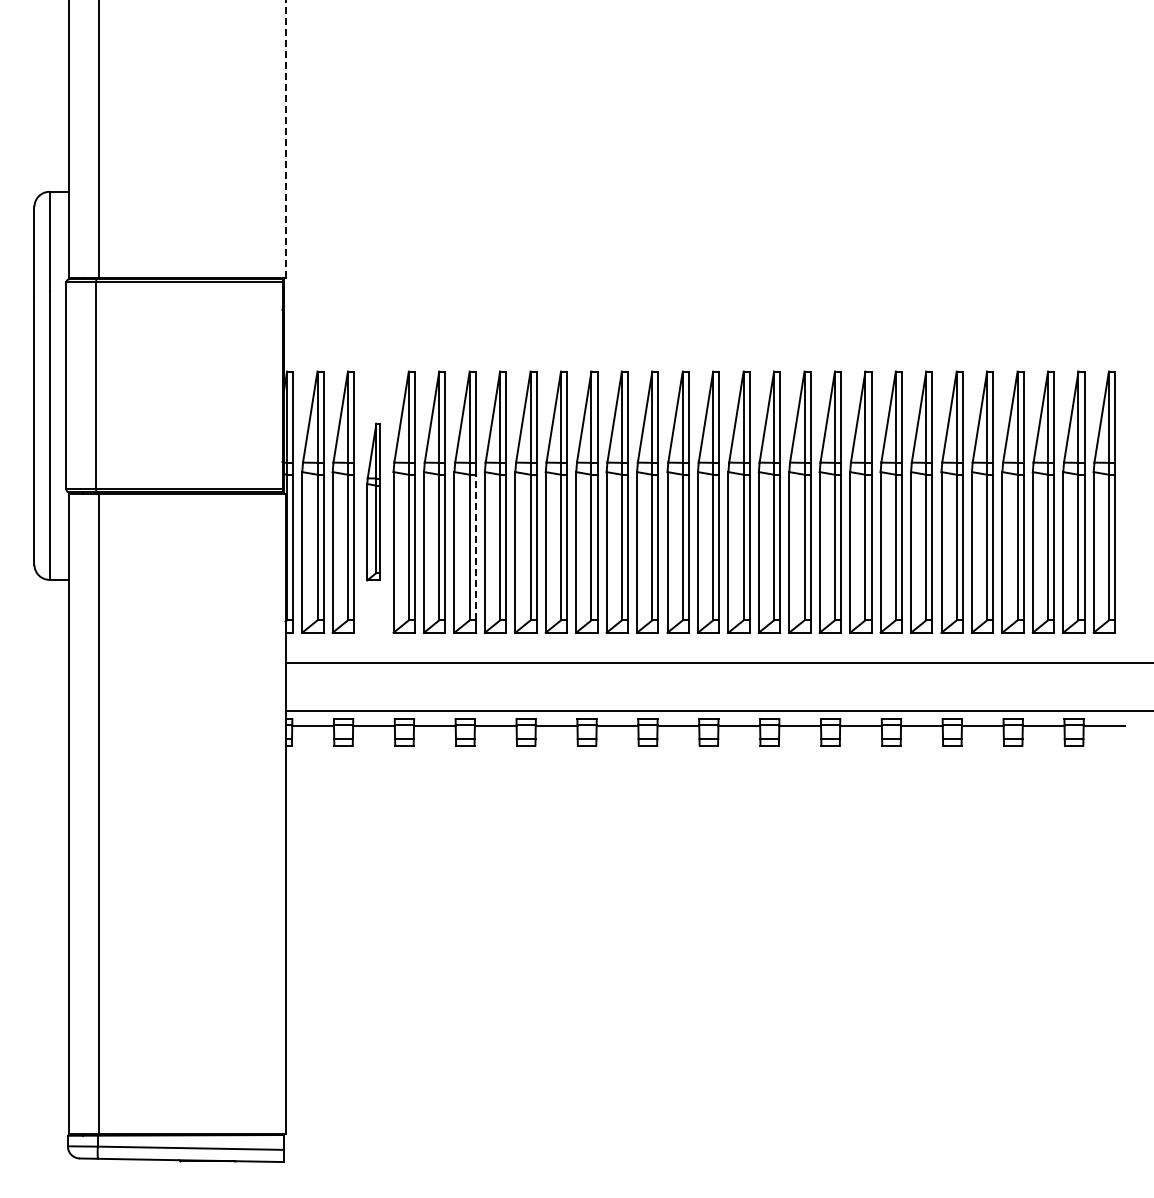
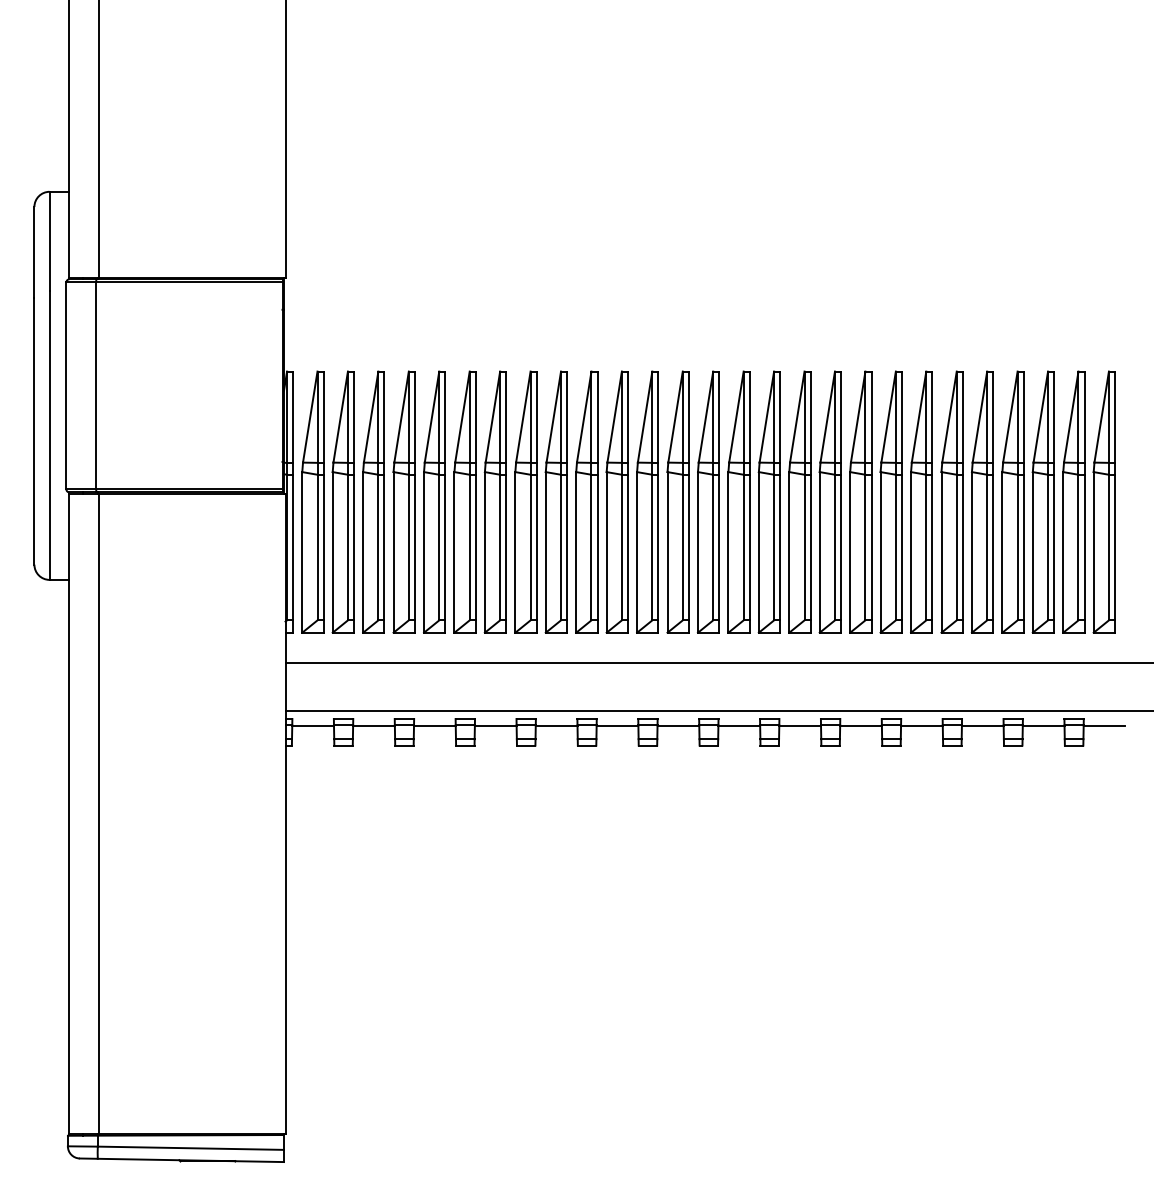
line at (285, 138): dashed -> solid
part at (373, 501) size: 15x160 px -> 23x264 px
line at (475, 547): dashed -> solid
